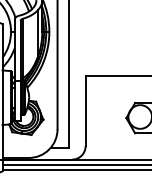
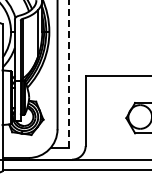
line at (69, 74): solid -> dashed
line at (75, 165): present -> none
